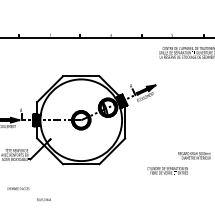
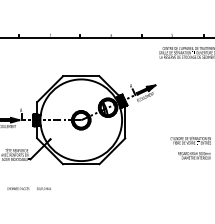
text at (167, 170) position: (167, 170) -> (190, 140)
text at (43, 199) position: (43, 199) -> (43, 188)
